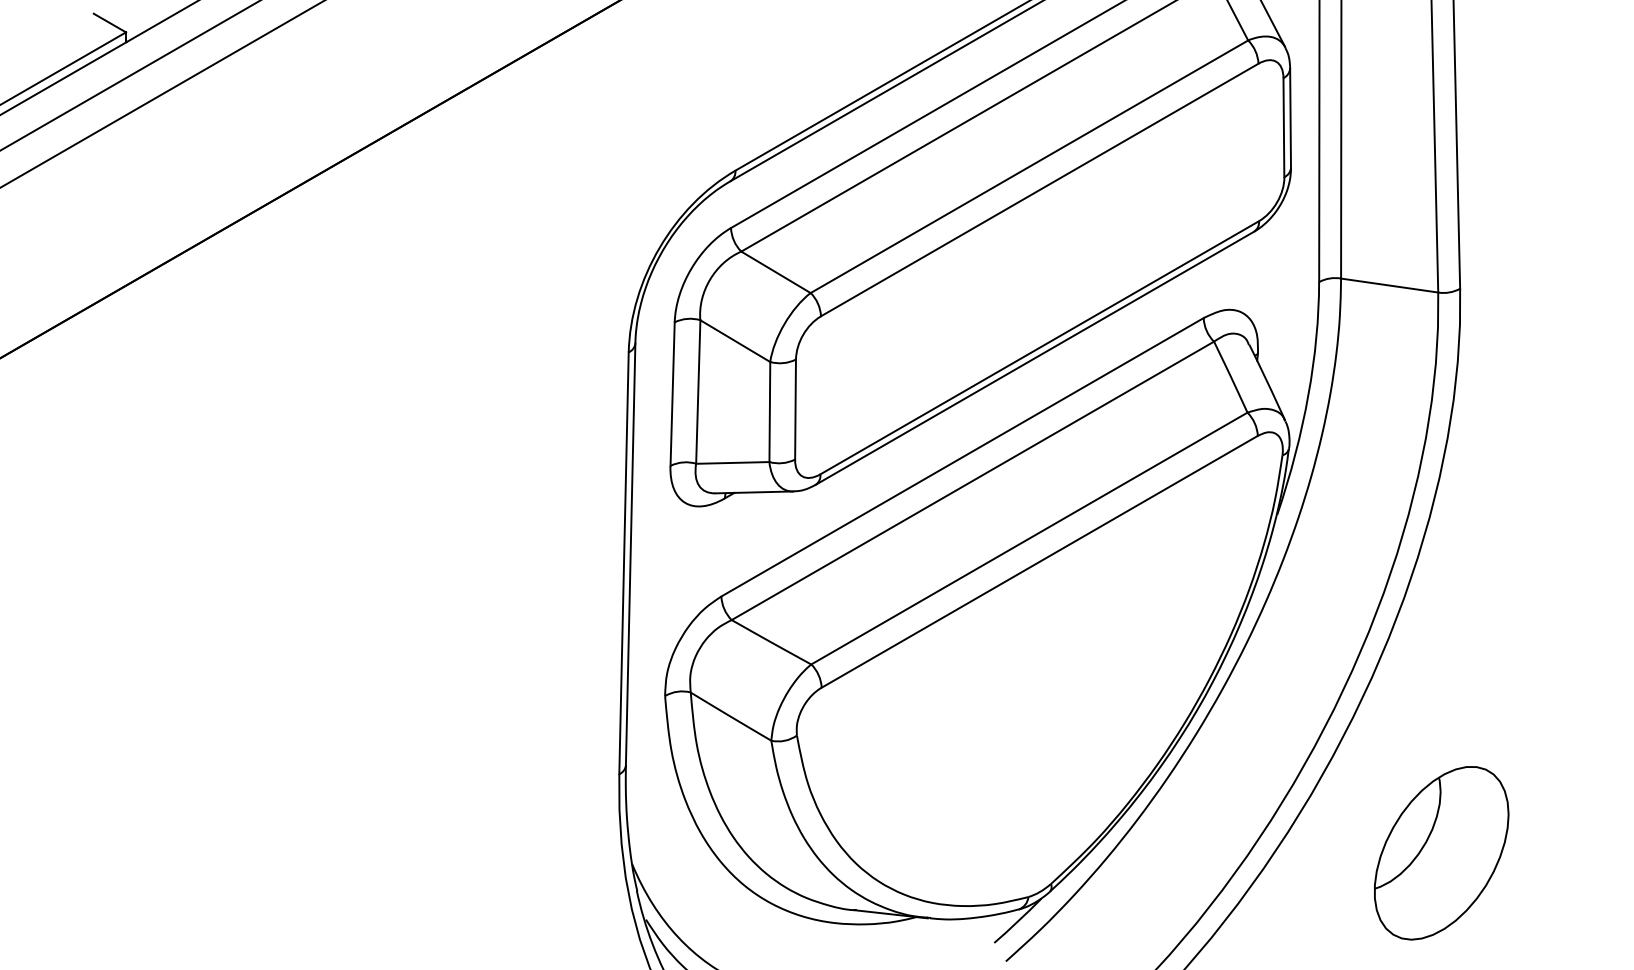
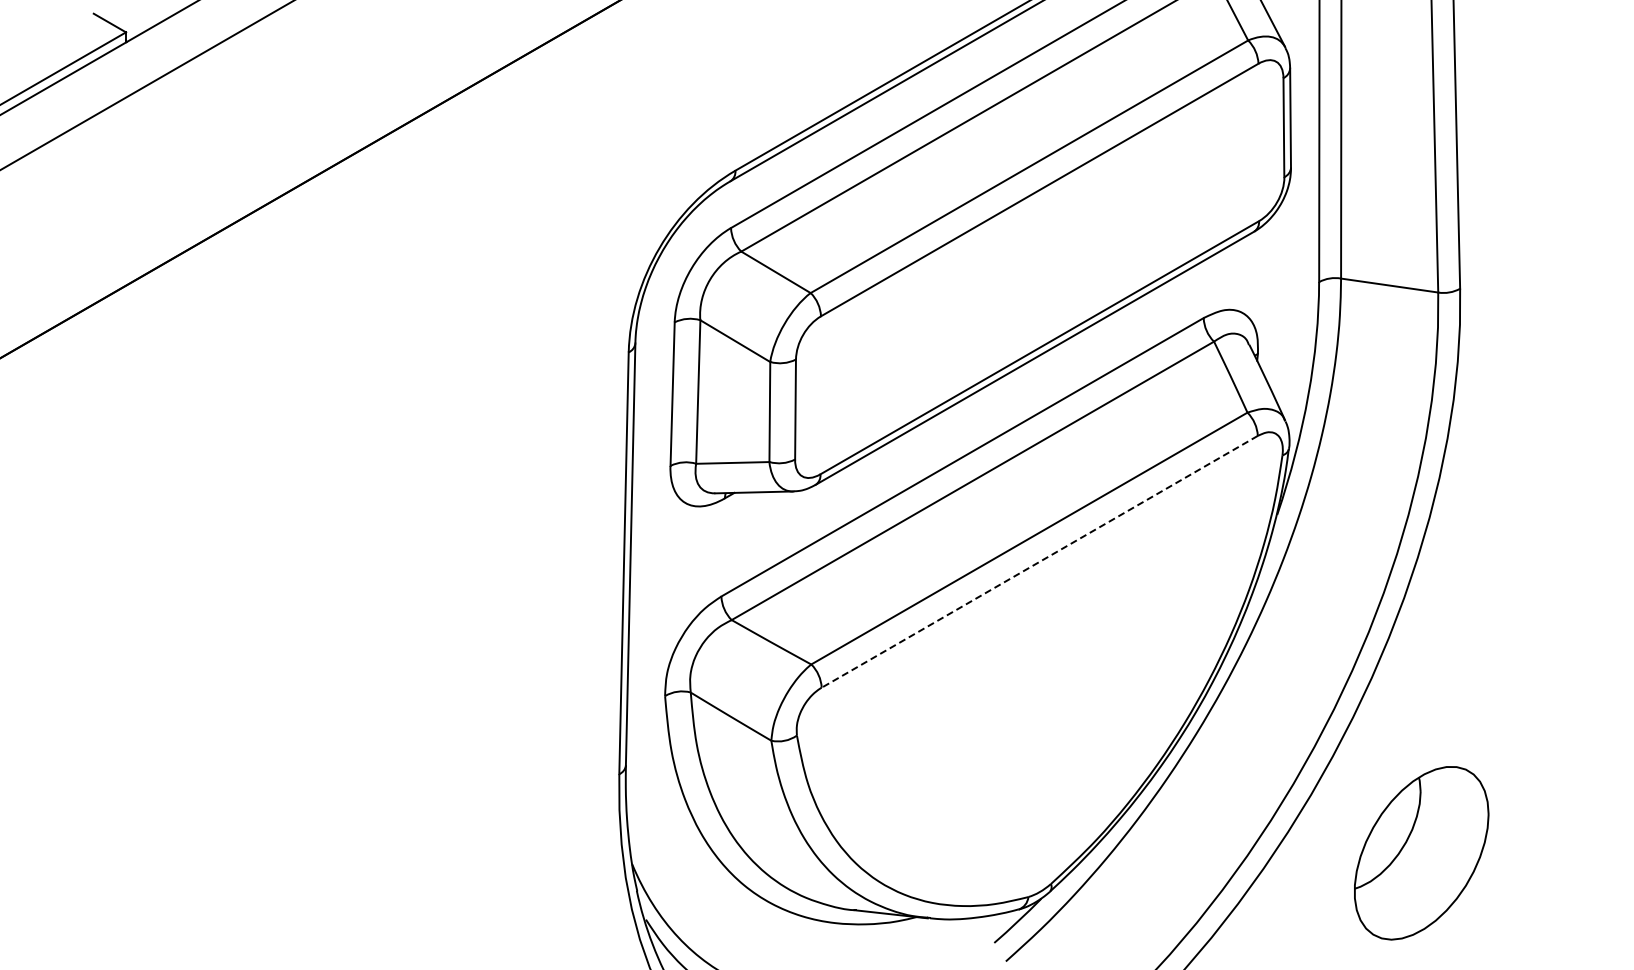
line at (129, 75): present -> none
line at (162, 94) position: (162, 94) -> (146, 85)
line at (1039, 561): solid -> dashed
part at (1441, 853) position: (1441, 853) -> (1421, 853)
